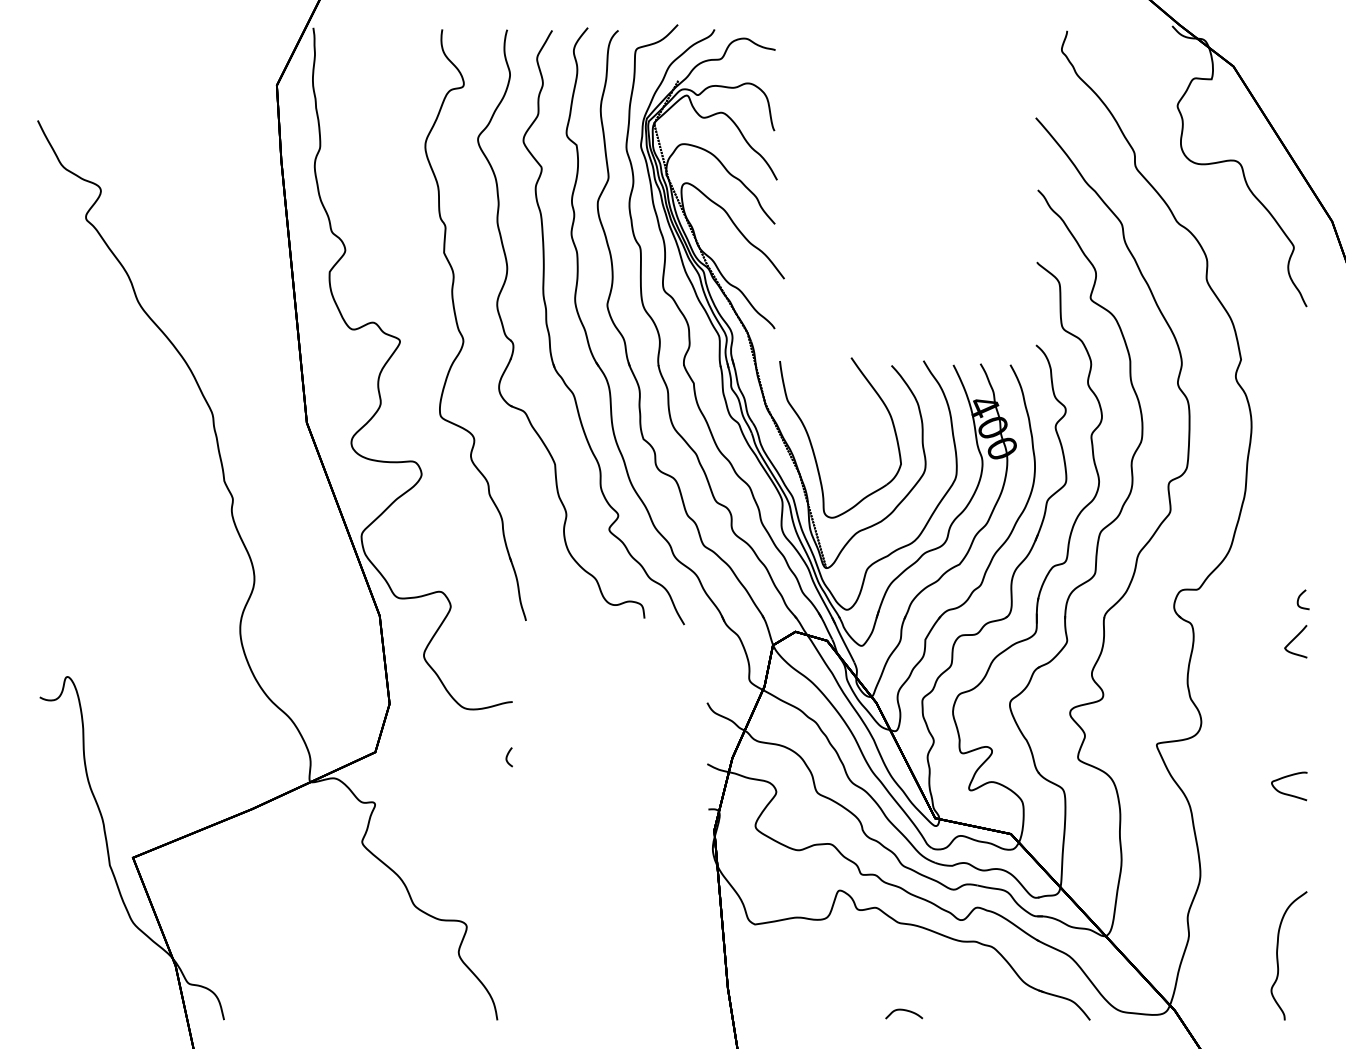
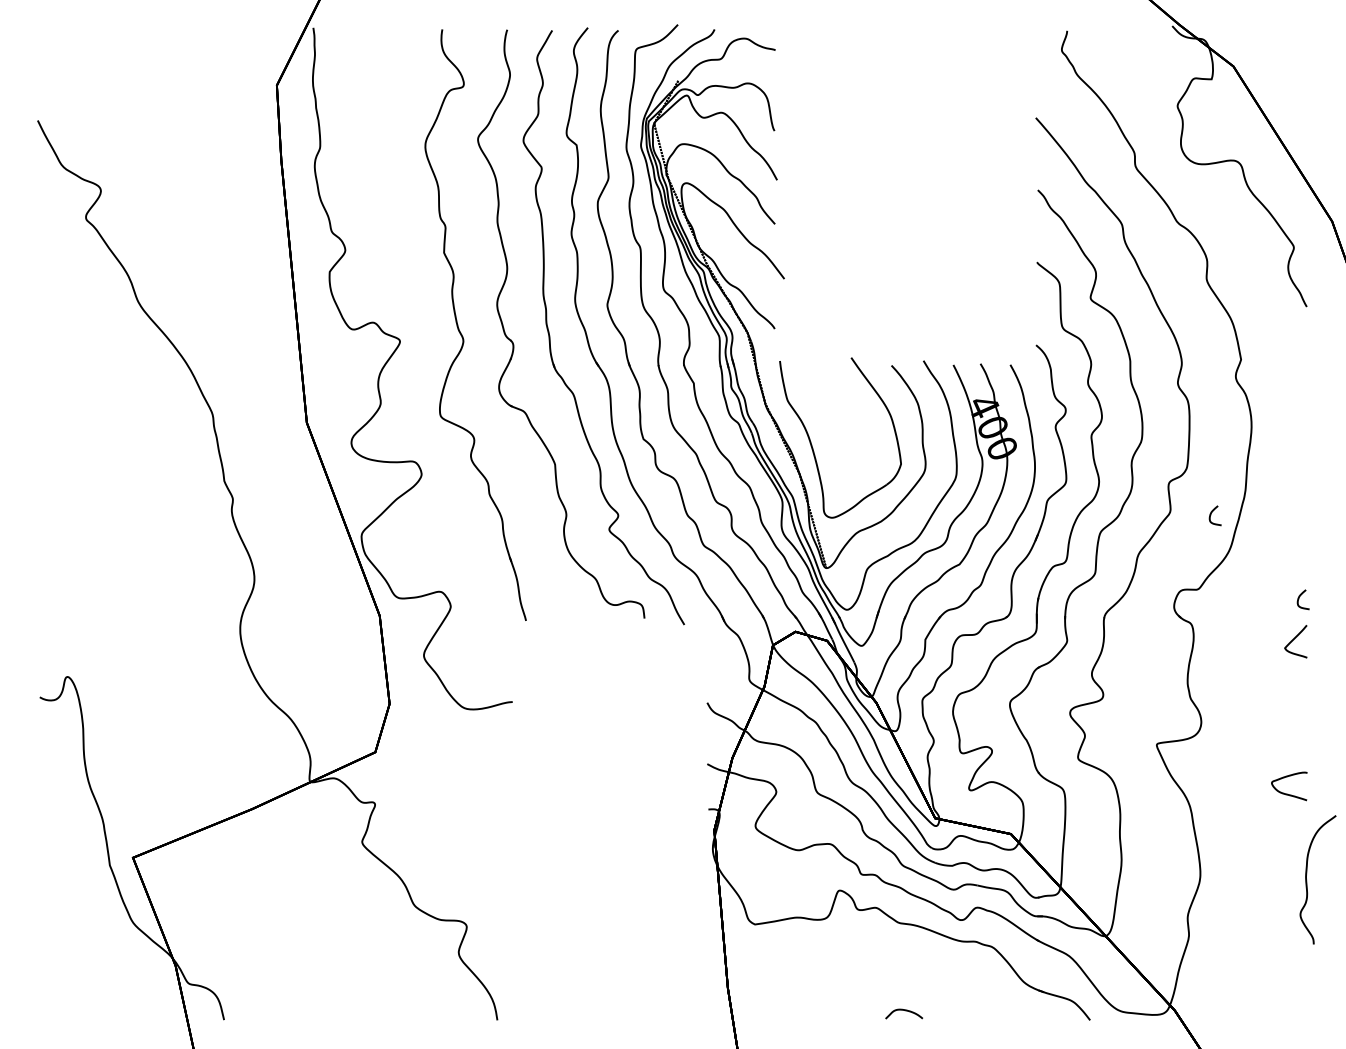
curve at (1211, 515): none -> present
curve at (507, 757): present -> none
curve at (1278, 956) position: (1278, 956) -> (1307, 880)
